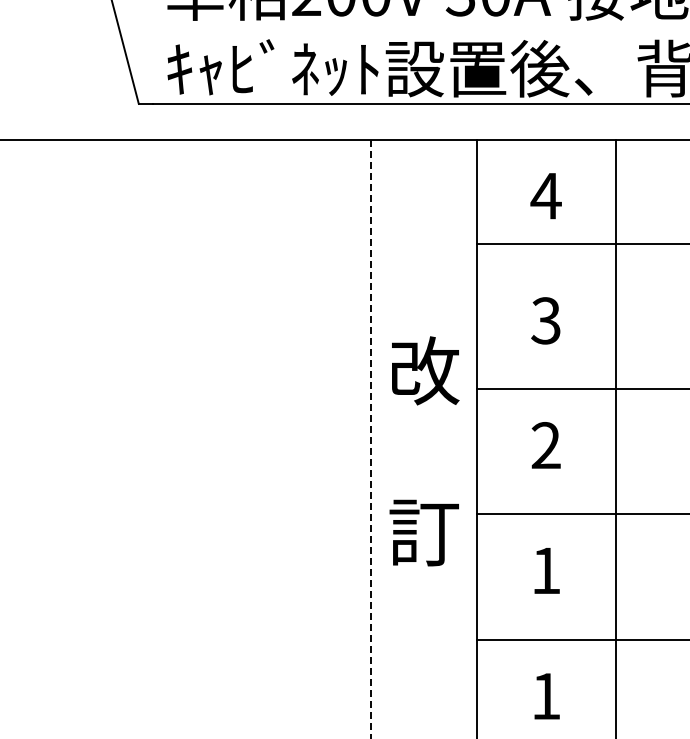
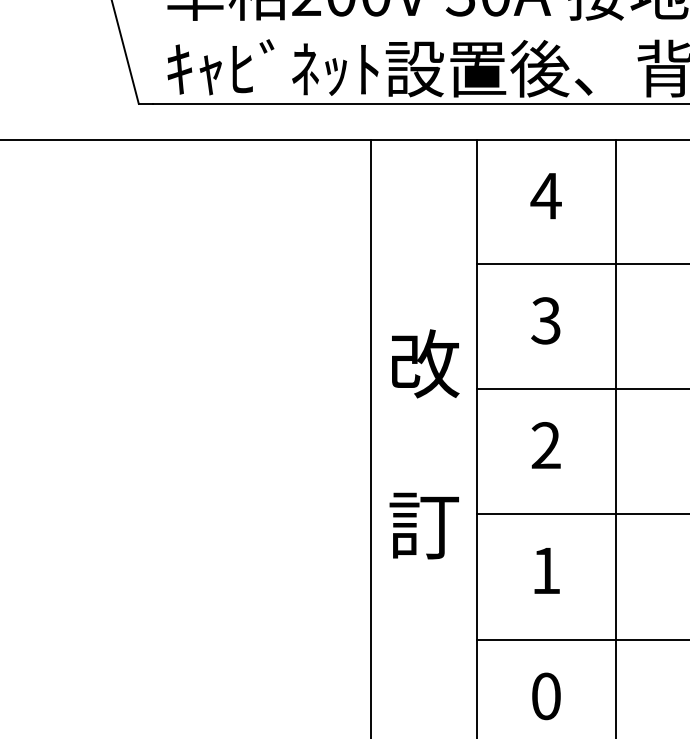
line at (581, 244) position: (581, 244) -> (581, 264)
line at (371, 439): dashed -> solid
text at (424, 451) position: (424, 451) -> (424, 444)
text at (546, 696): 1 -> 0
